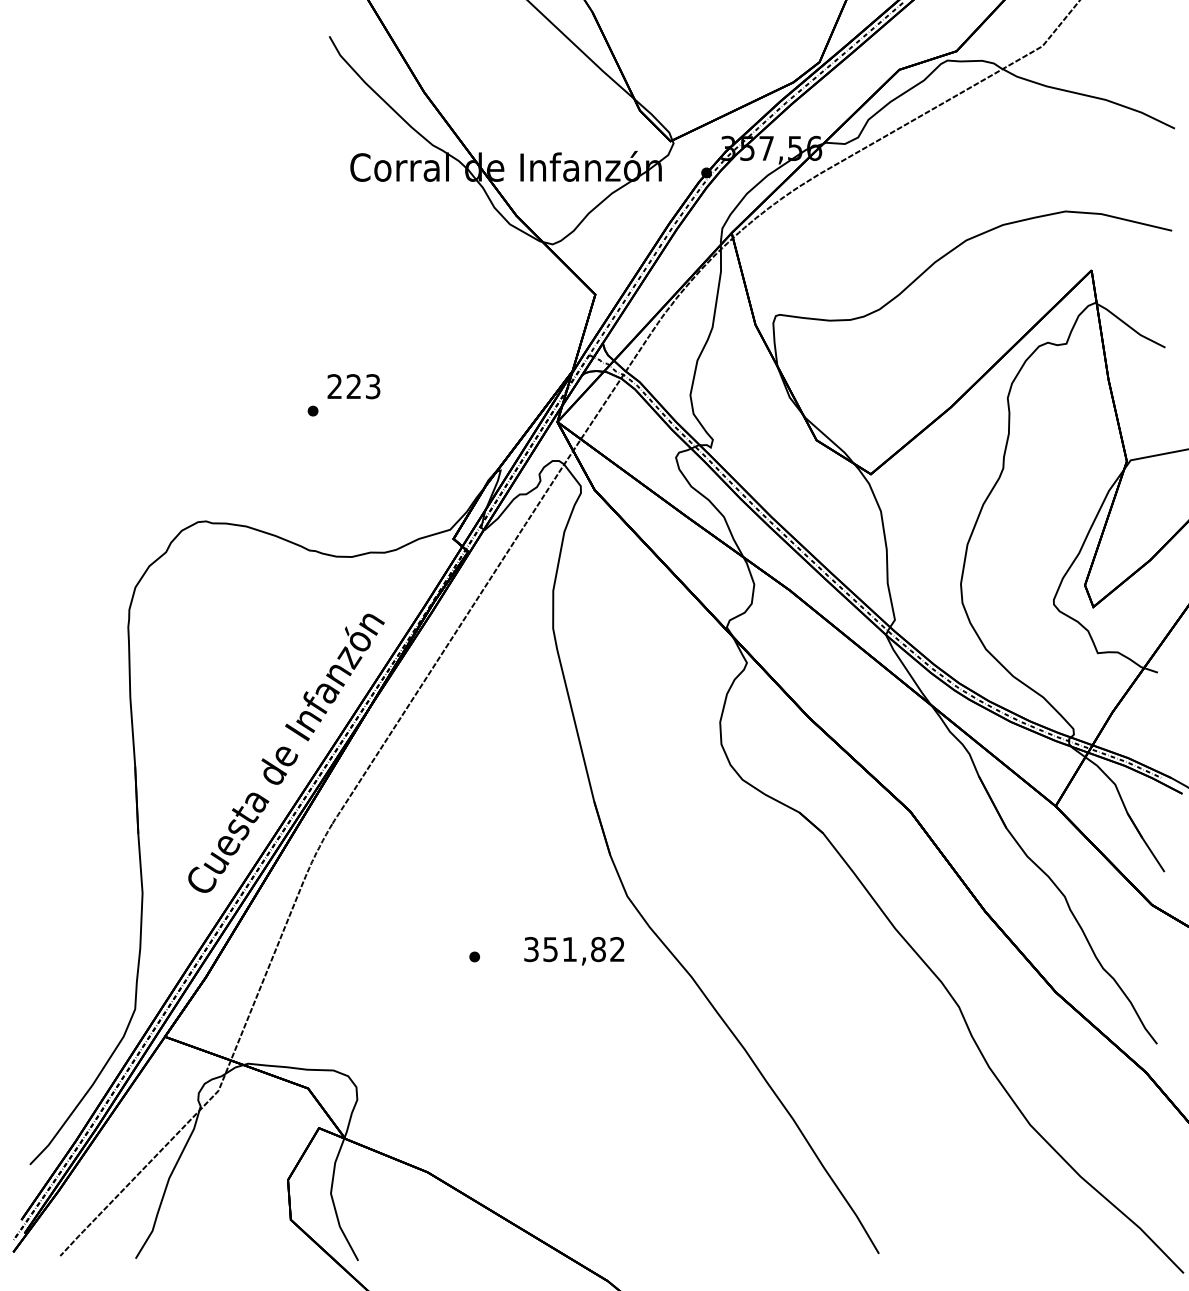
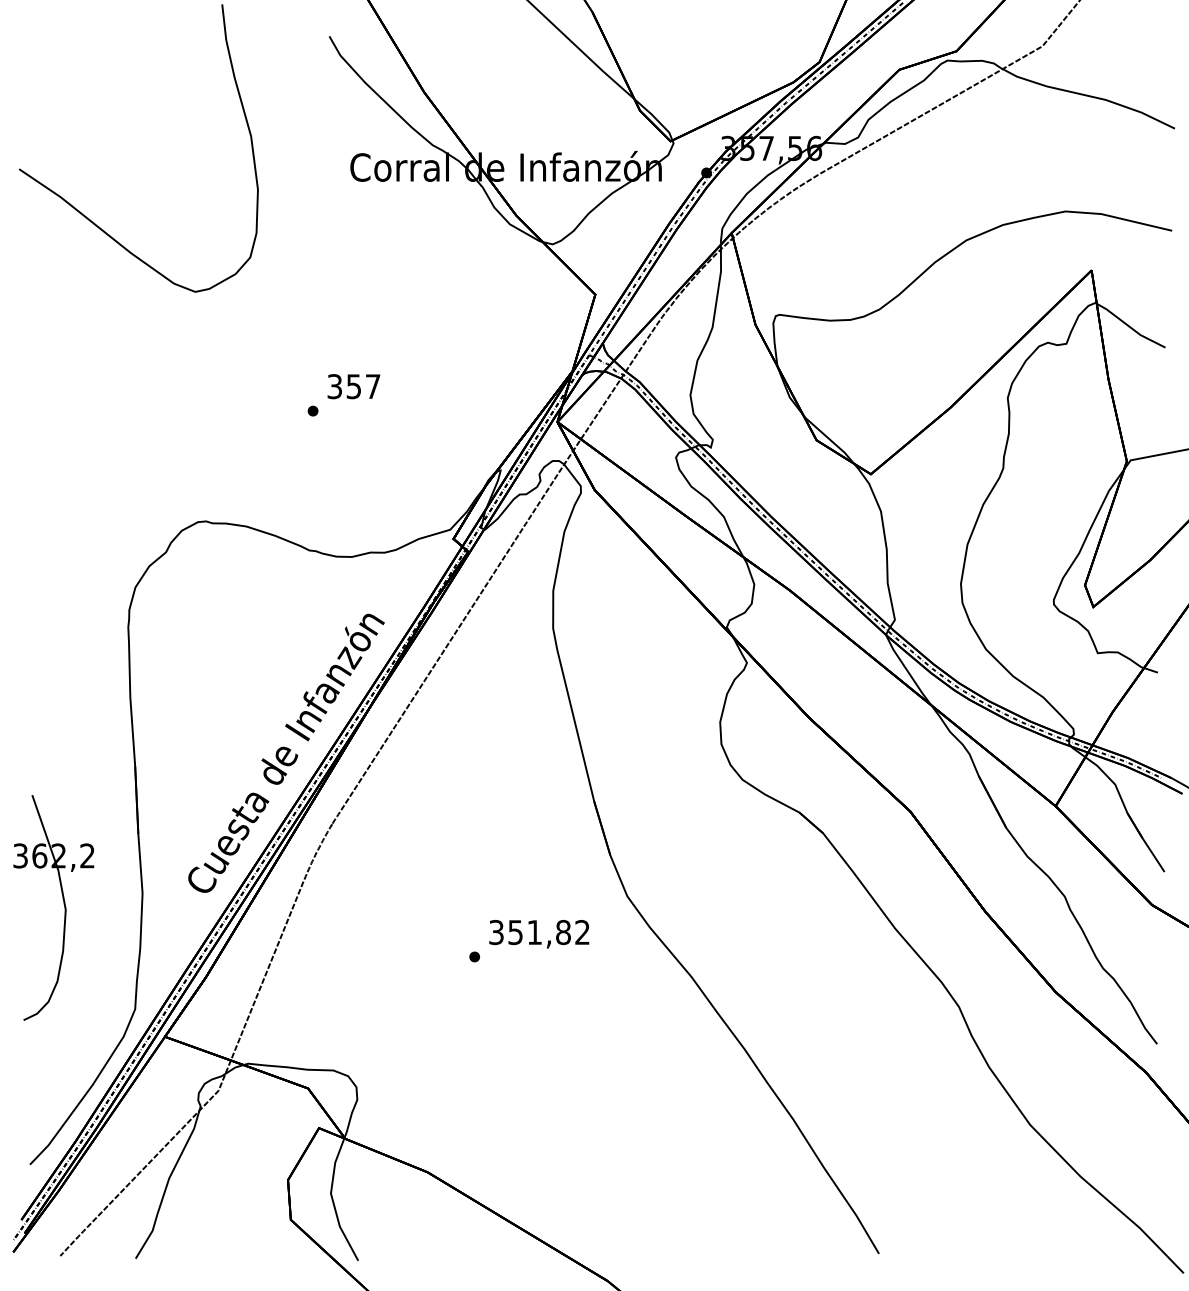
curve at (84, 214): none -> present
text at (353, 386): 223 -> 357
part at (63, 904): none -> present
text at (574, 951) position: (574, 951) -> (539, 934)
